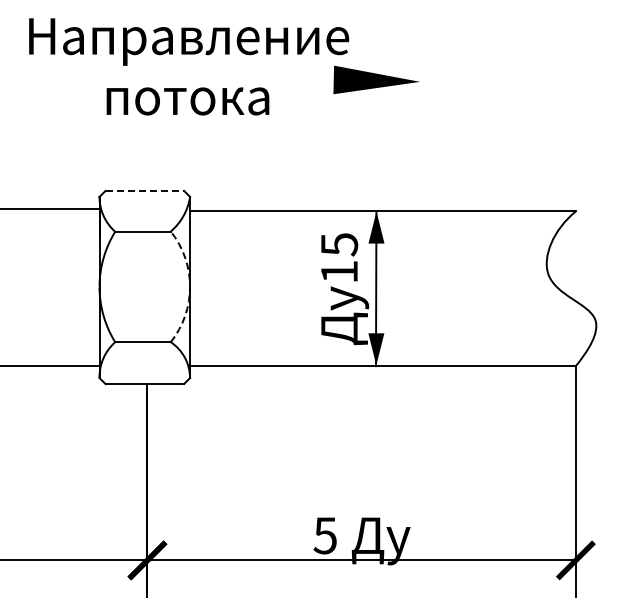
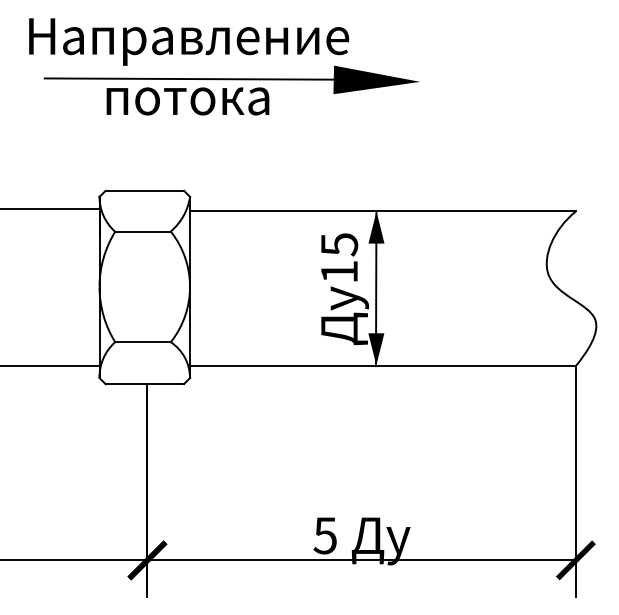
line at (188, 78): none -> present
line at (145, 190): dashed -> solid
arc at (190, 286): dashed -> solid
